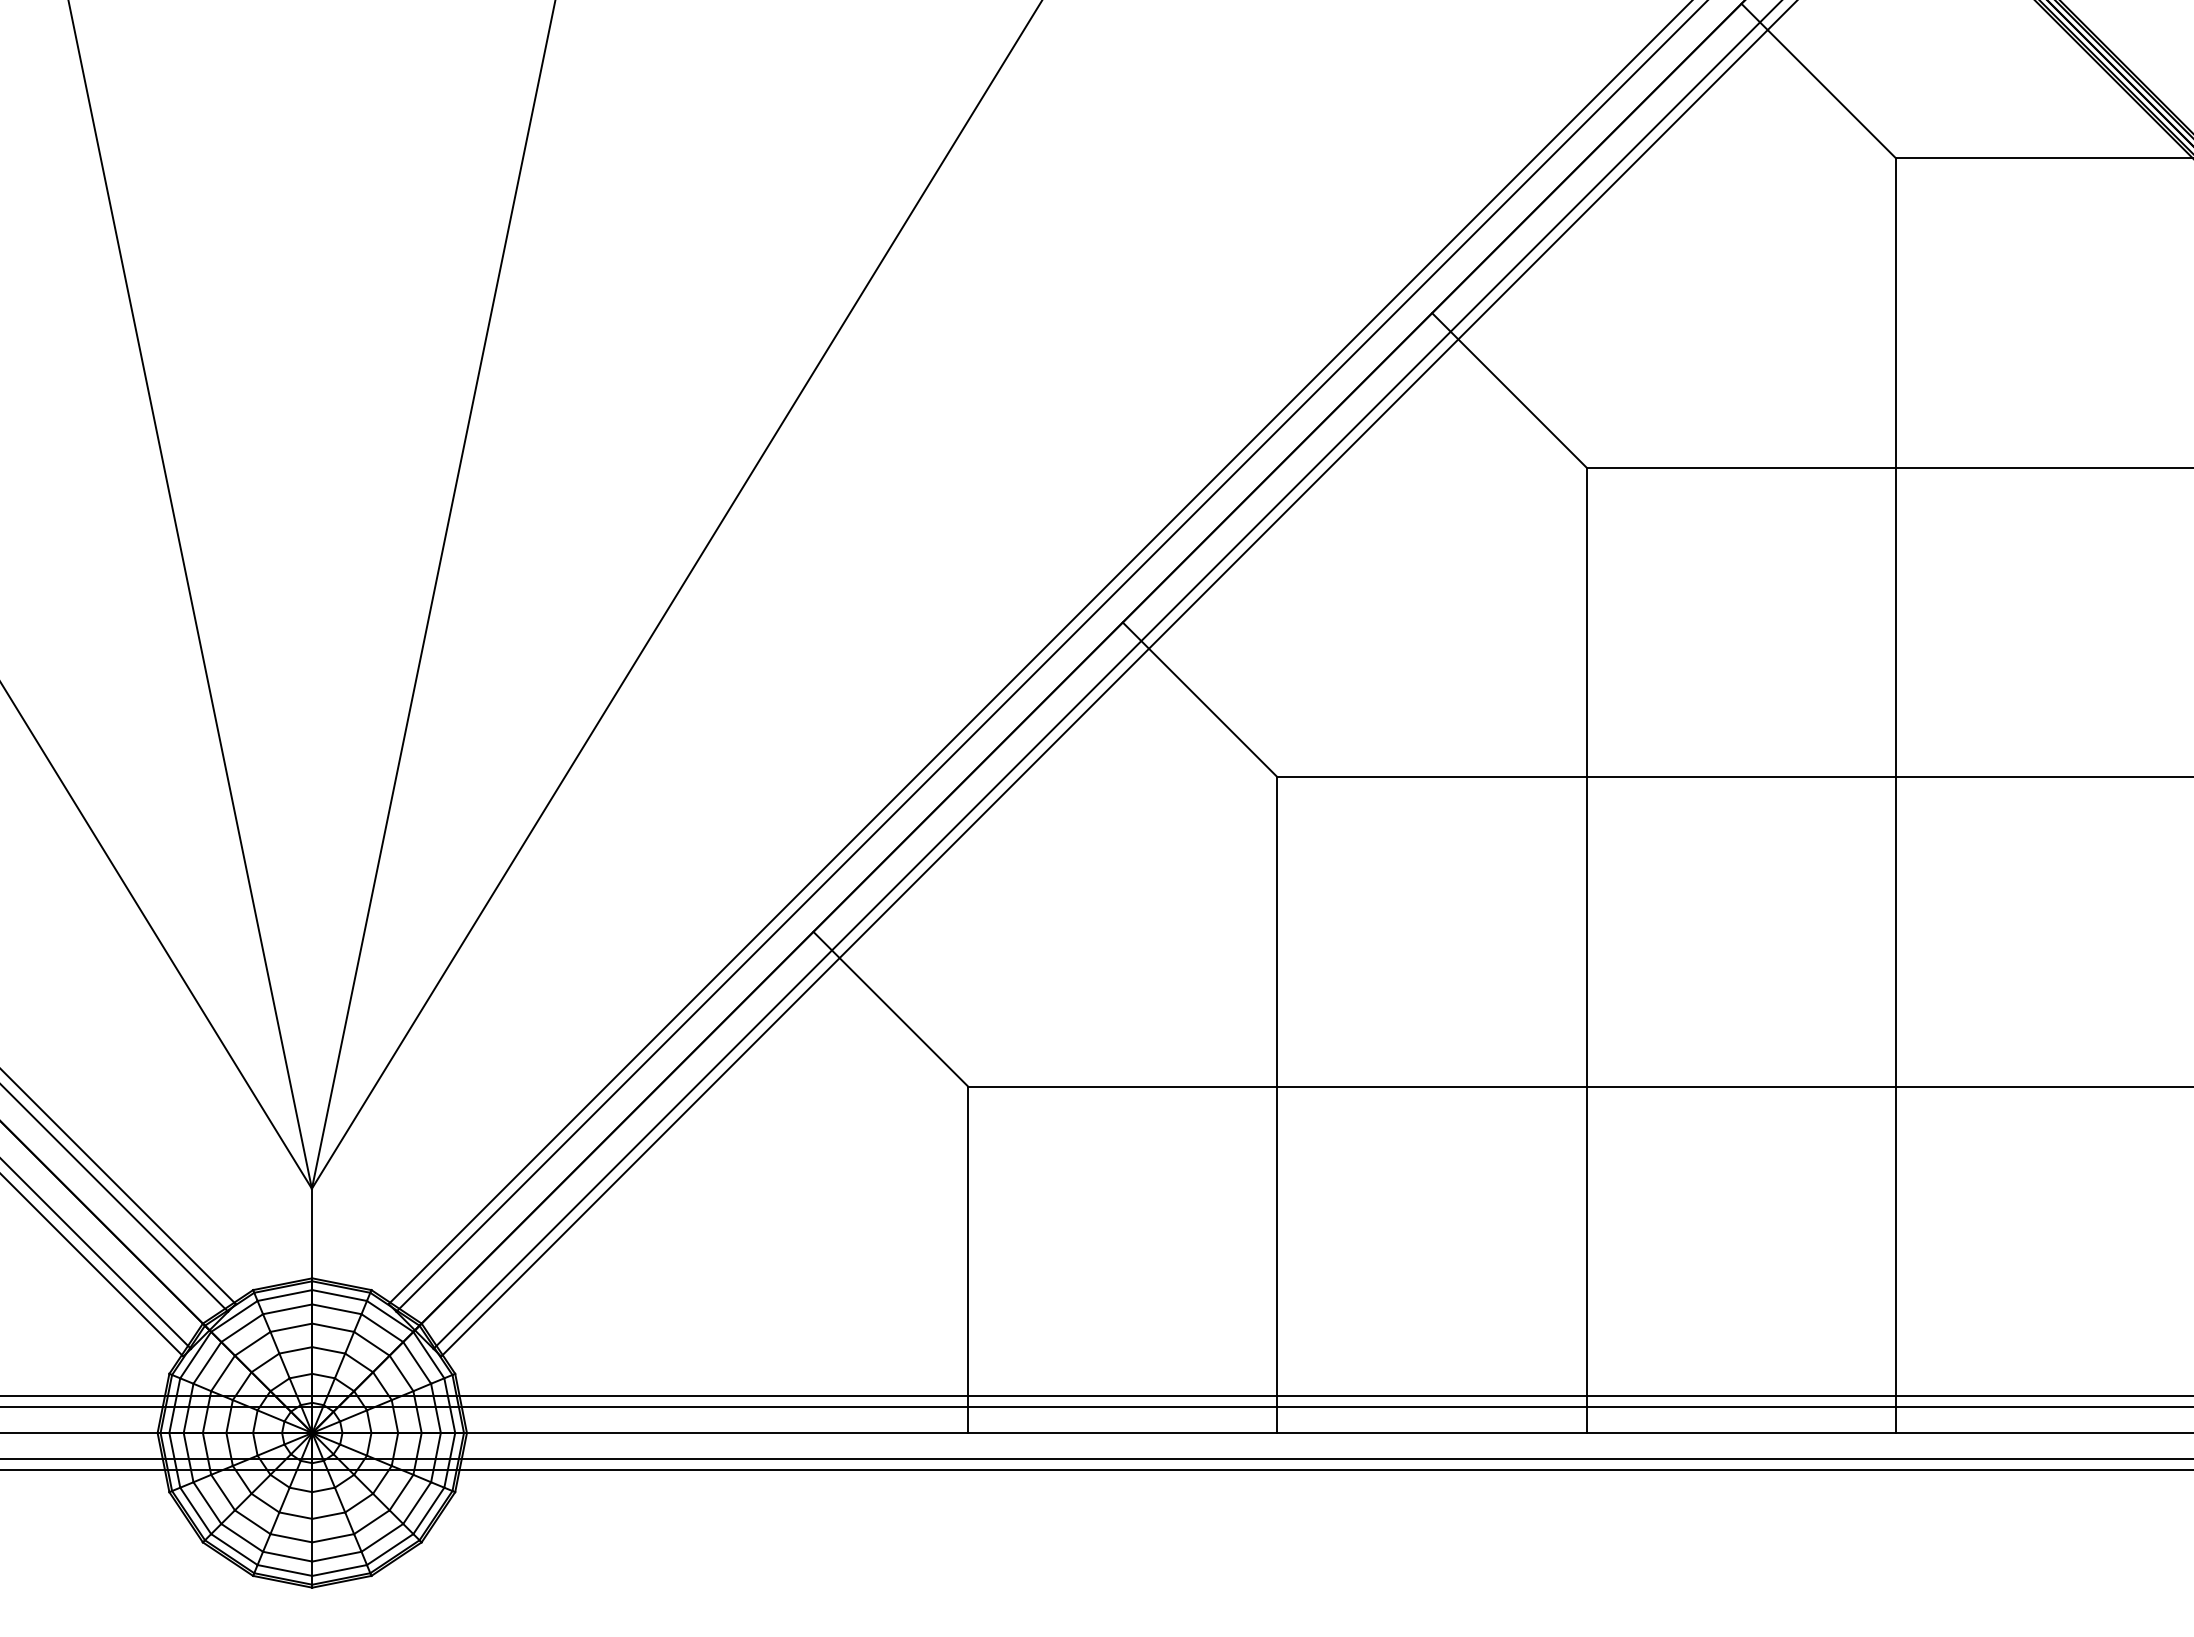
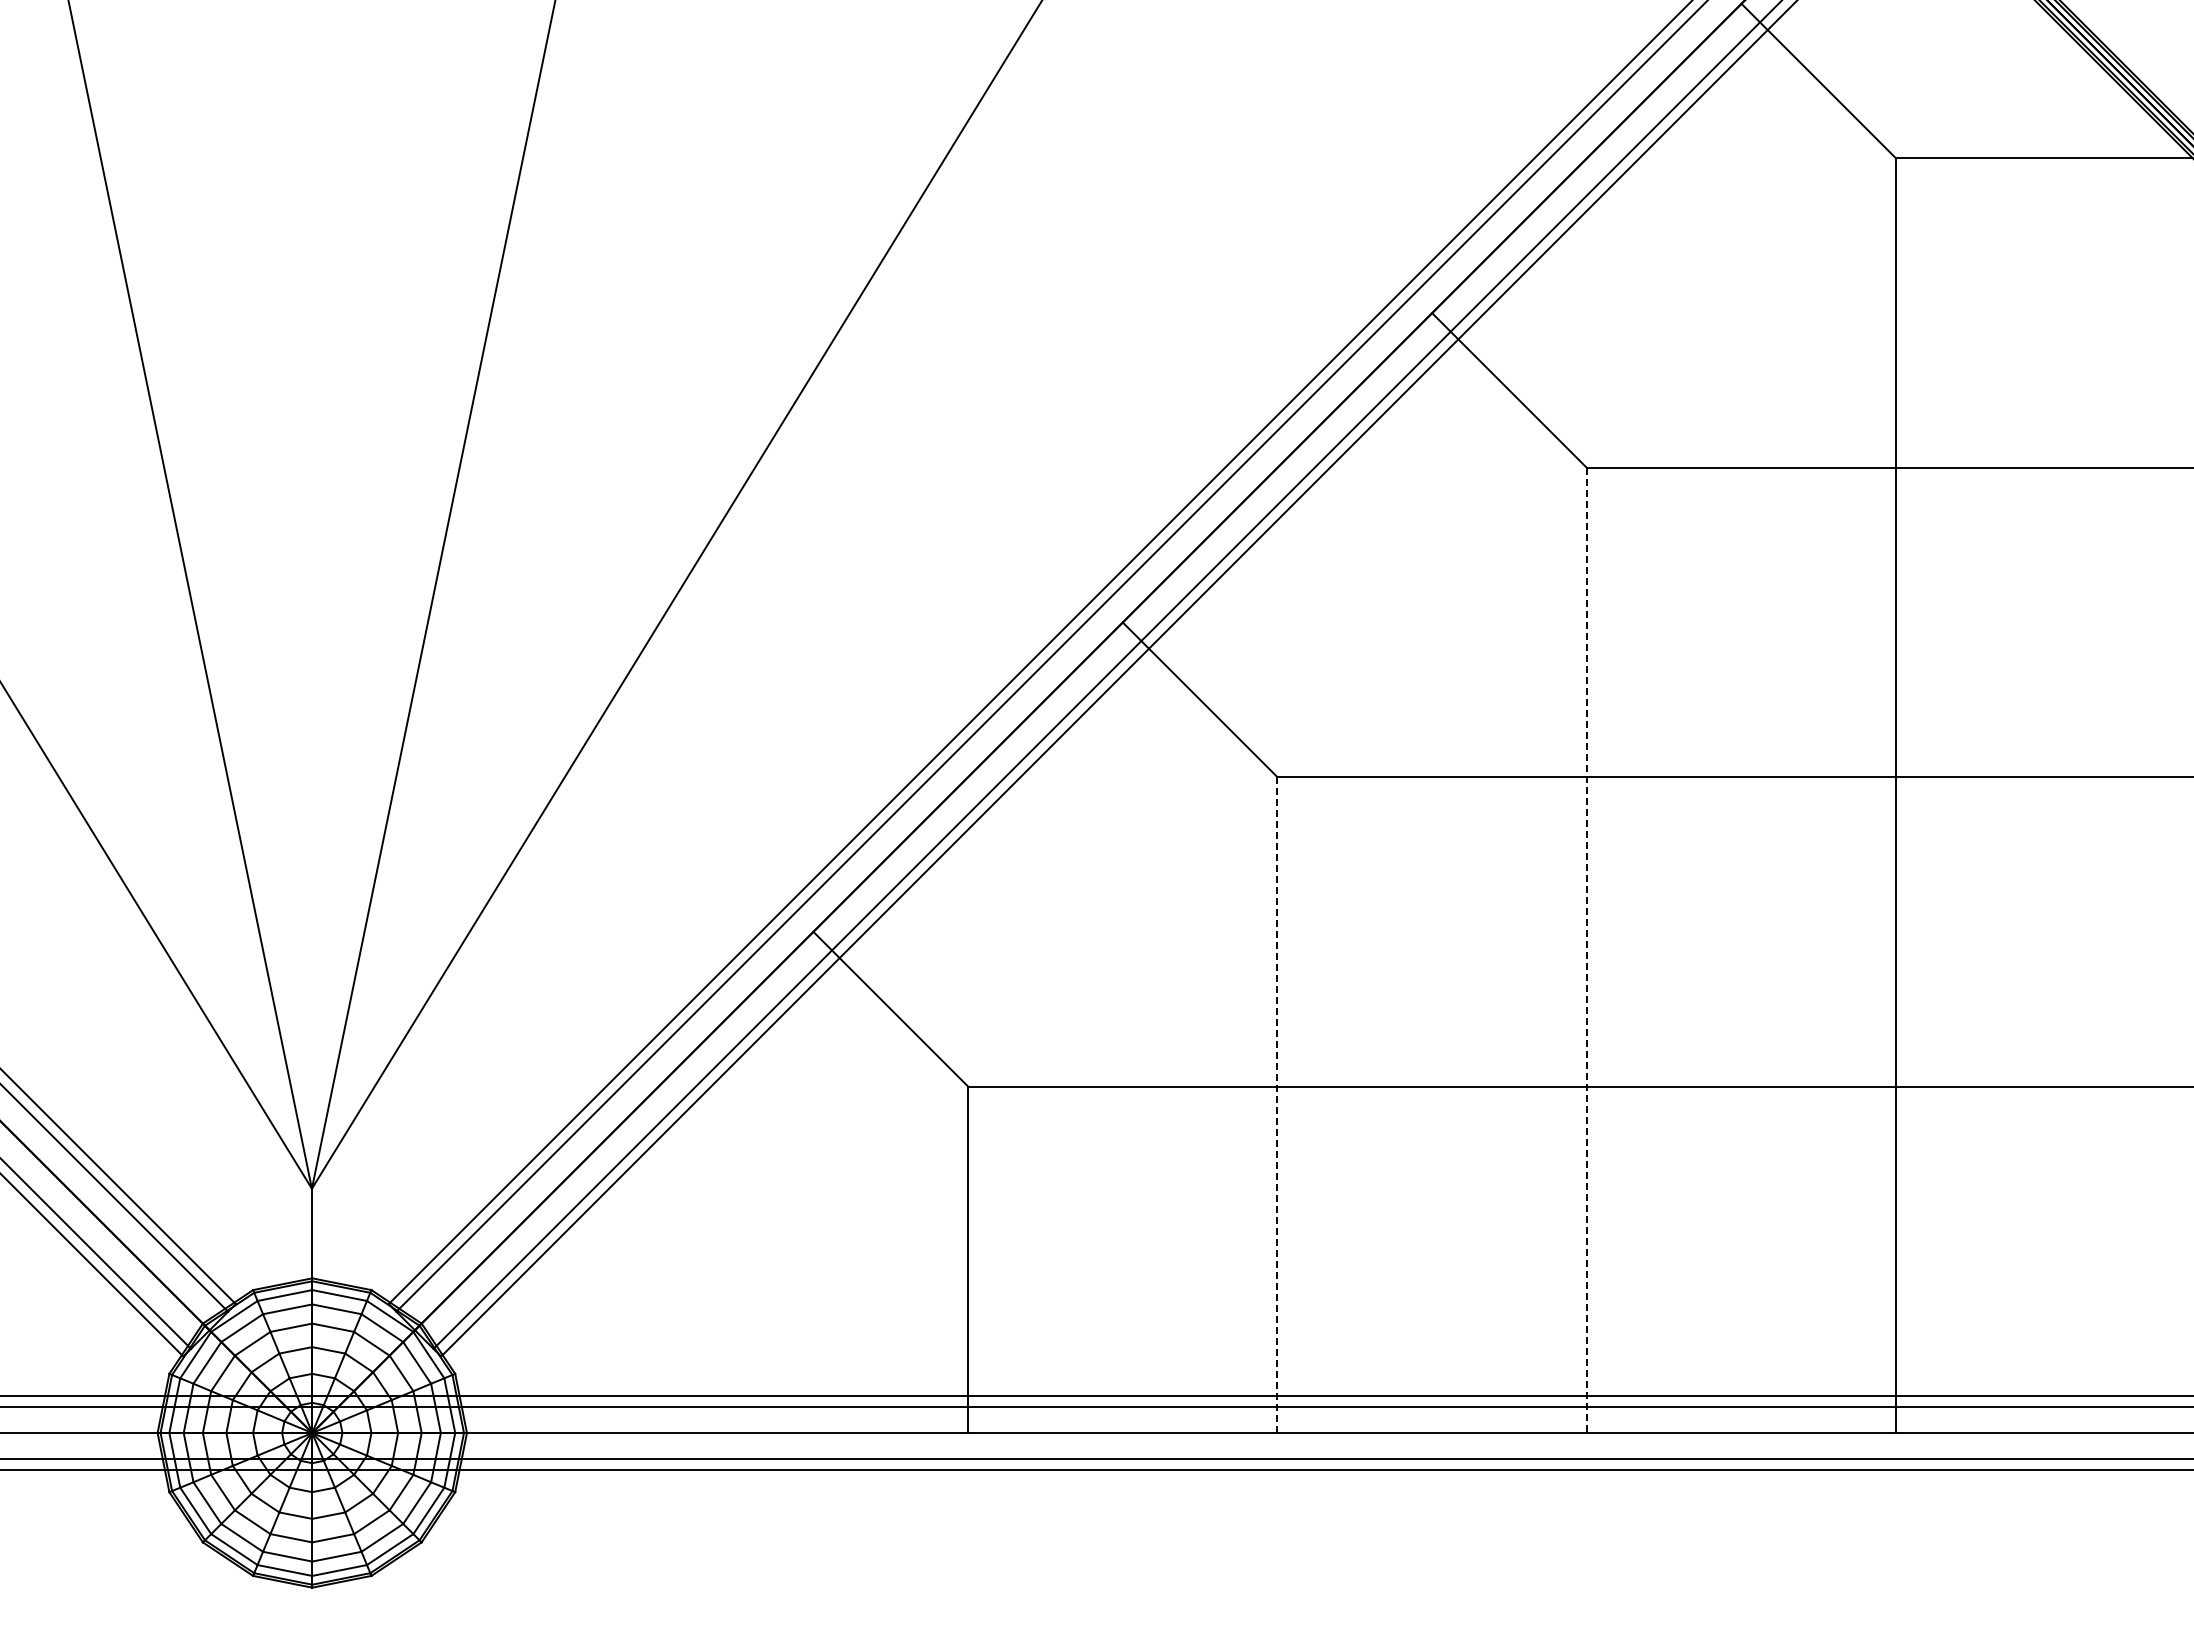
line at (1586, 950): solid -> dashed
line at (1277, 1105): solid -> dashed
